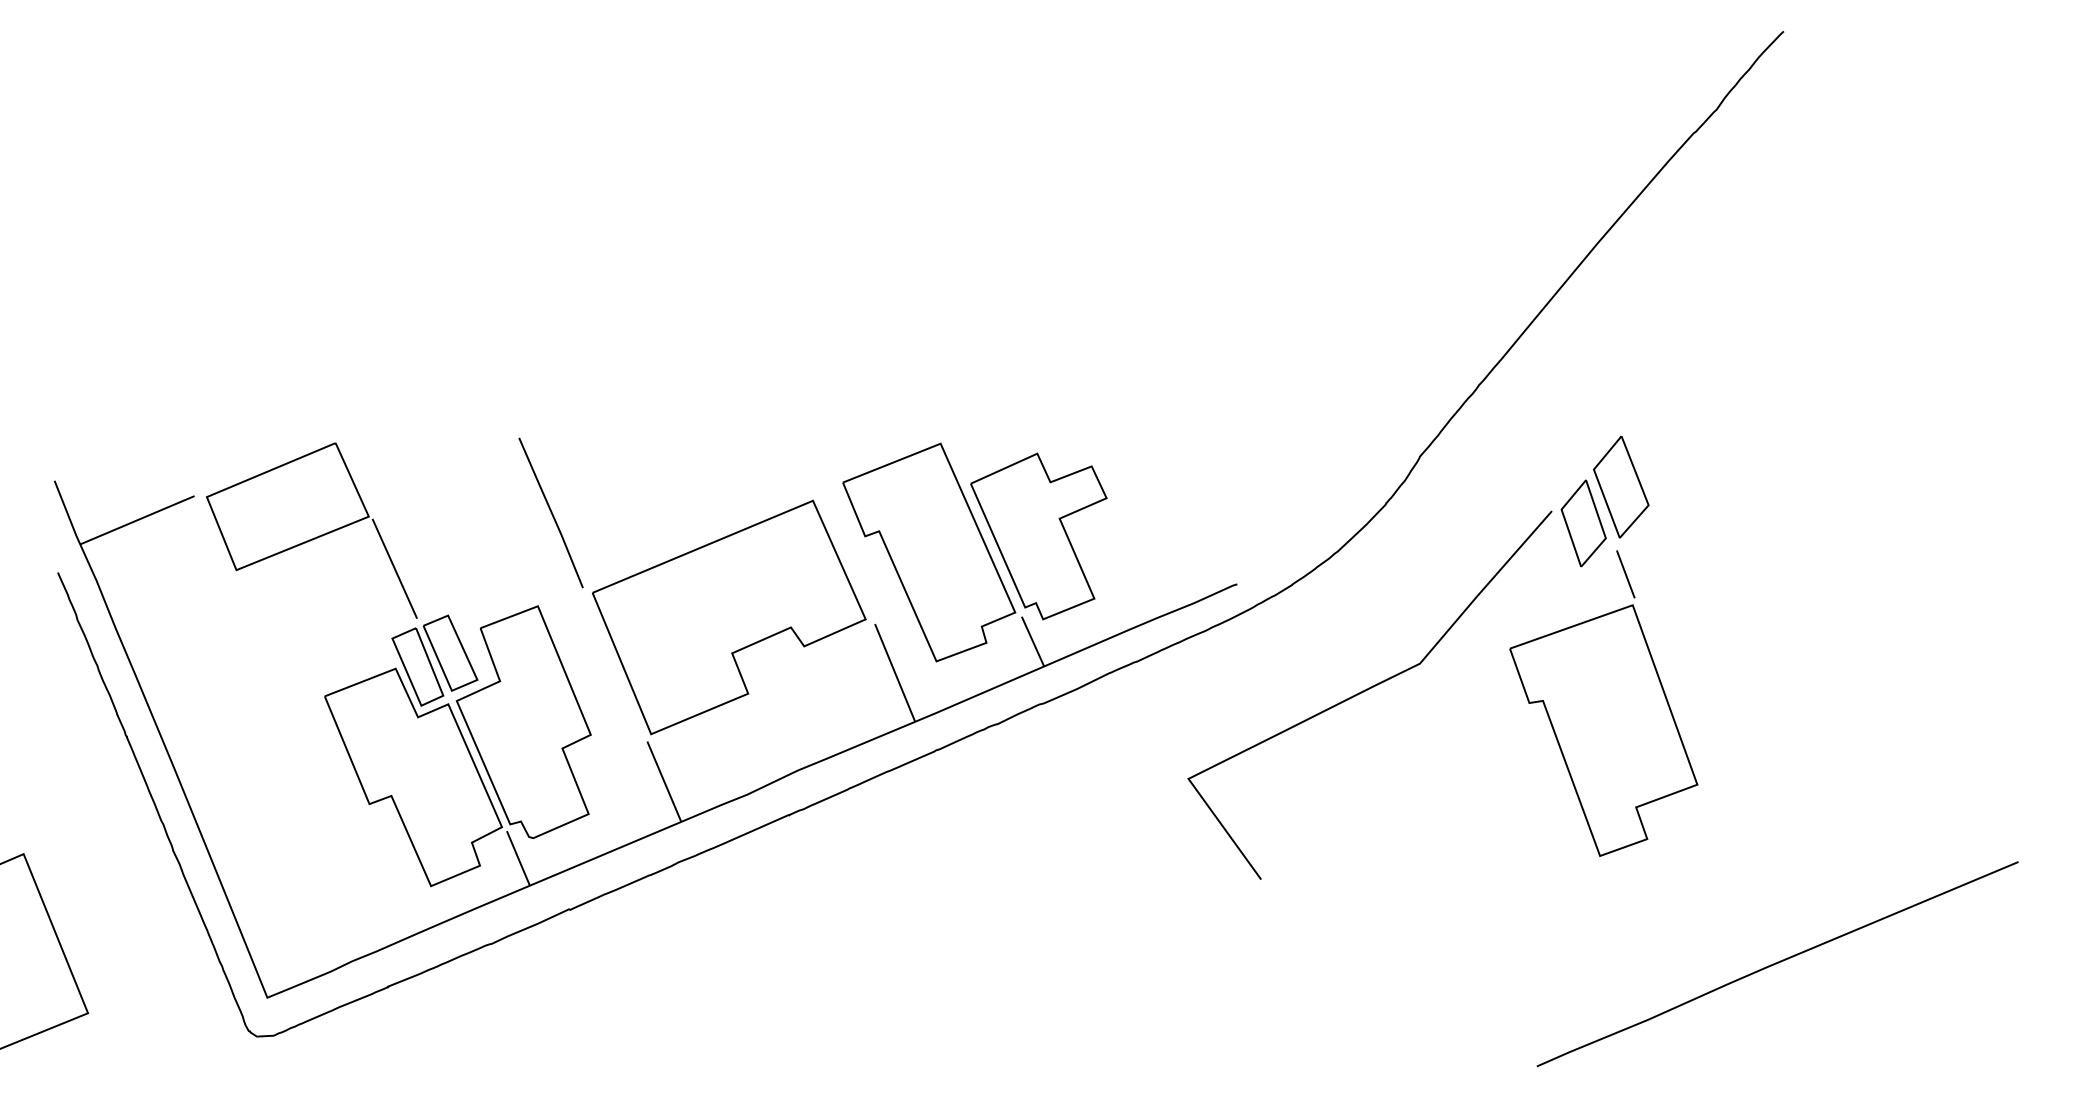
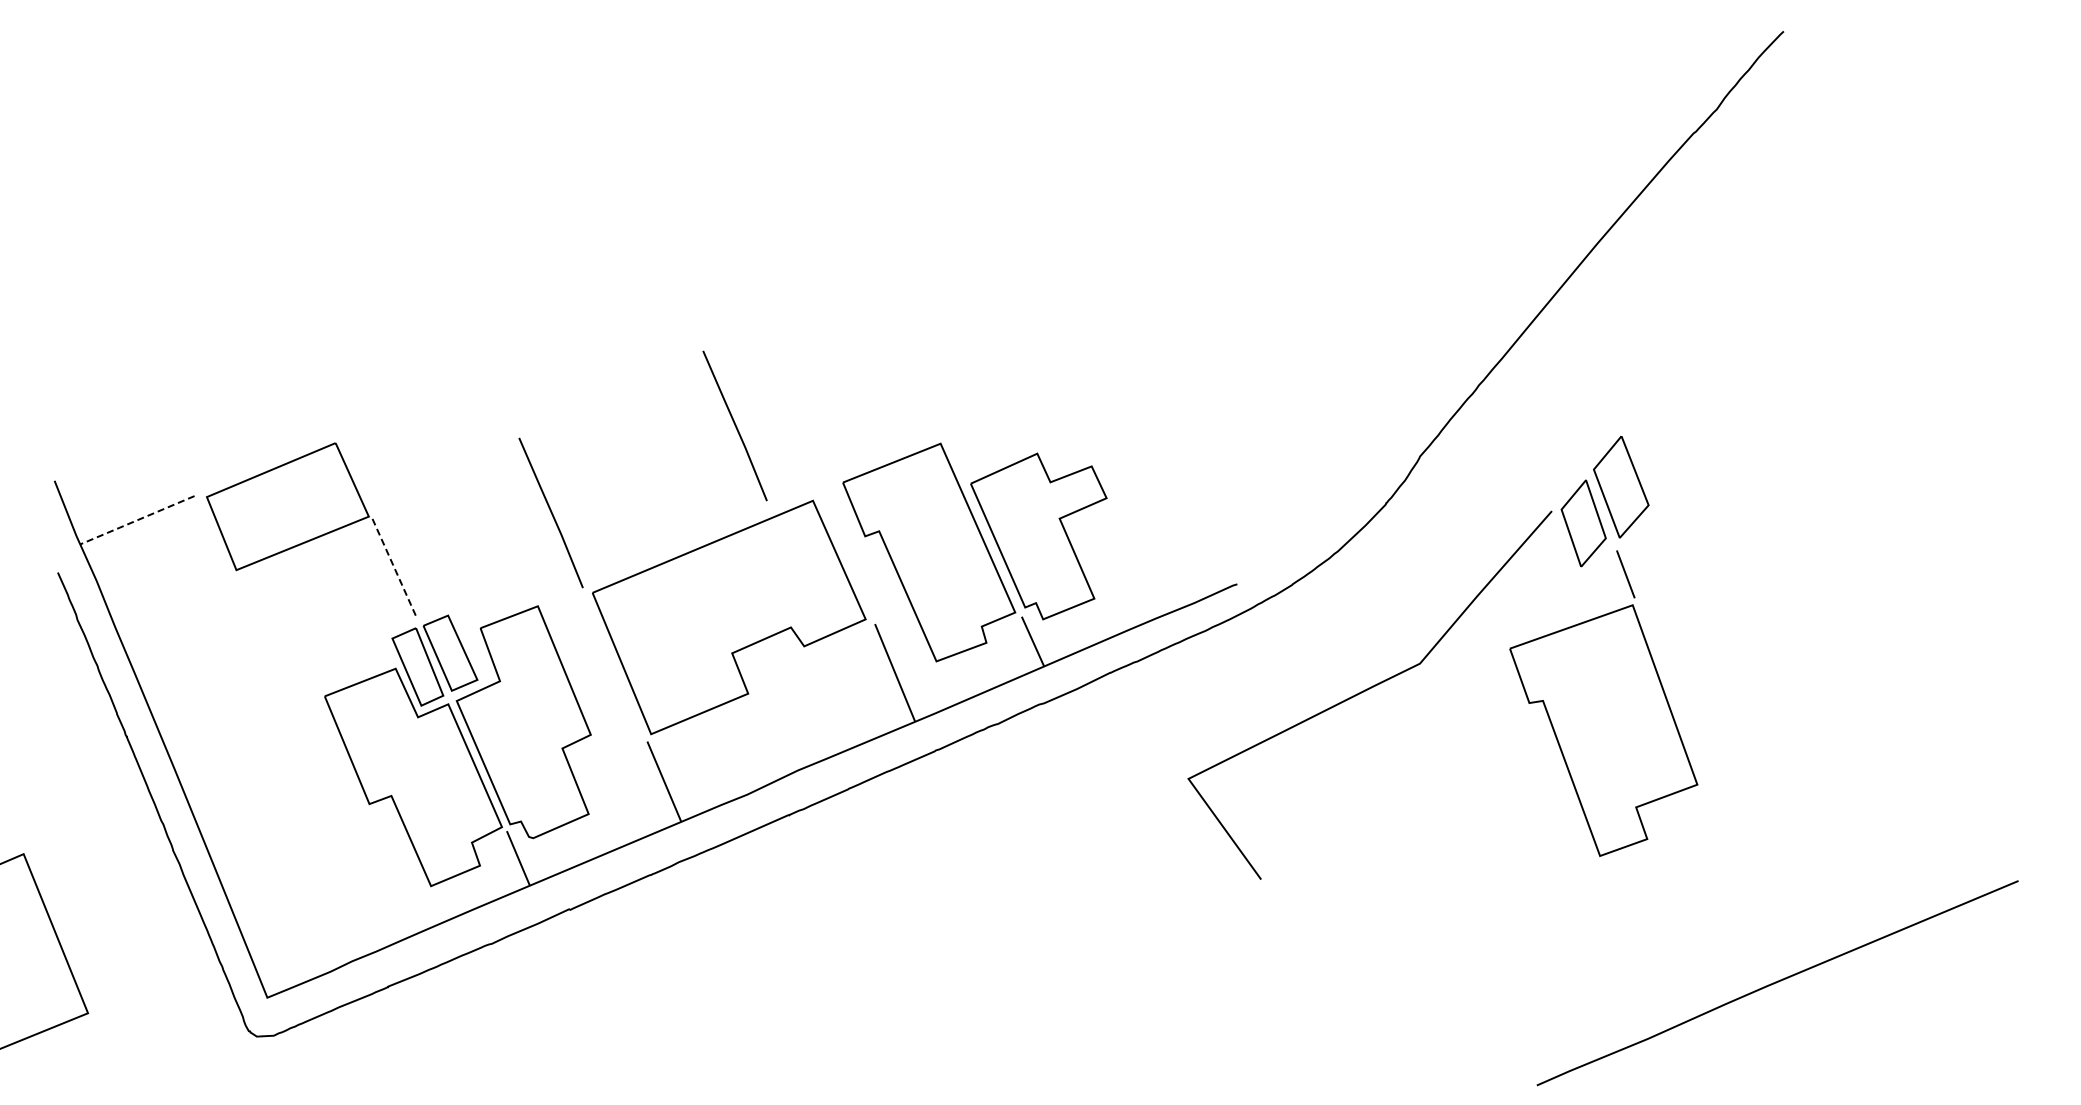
line at (734, 425): none -> present
line at (136, 520): solid -> dashed
line at (394, 568): solid -> dashed
curve at (1777, 963) position: (1777, 963) -> (1777, 982)
